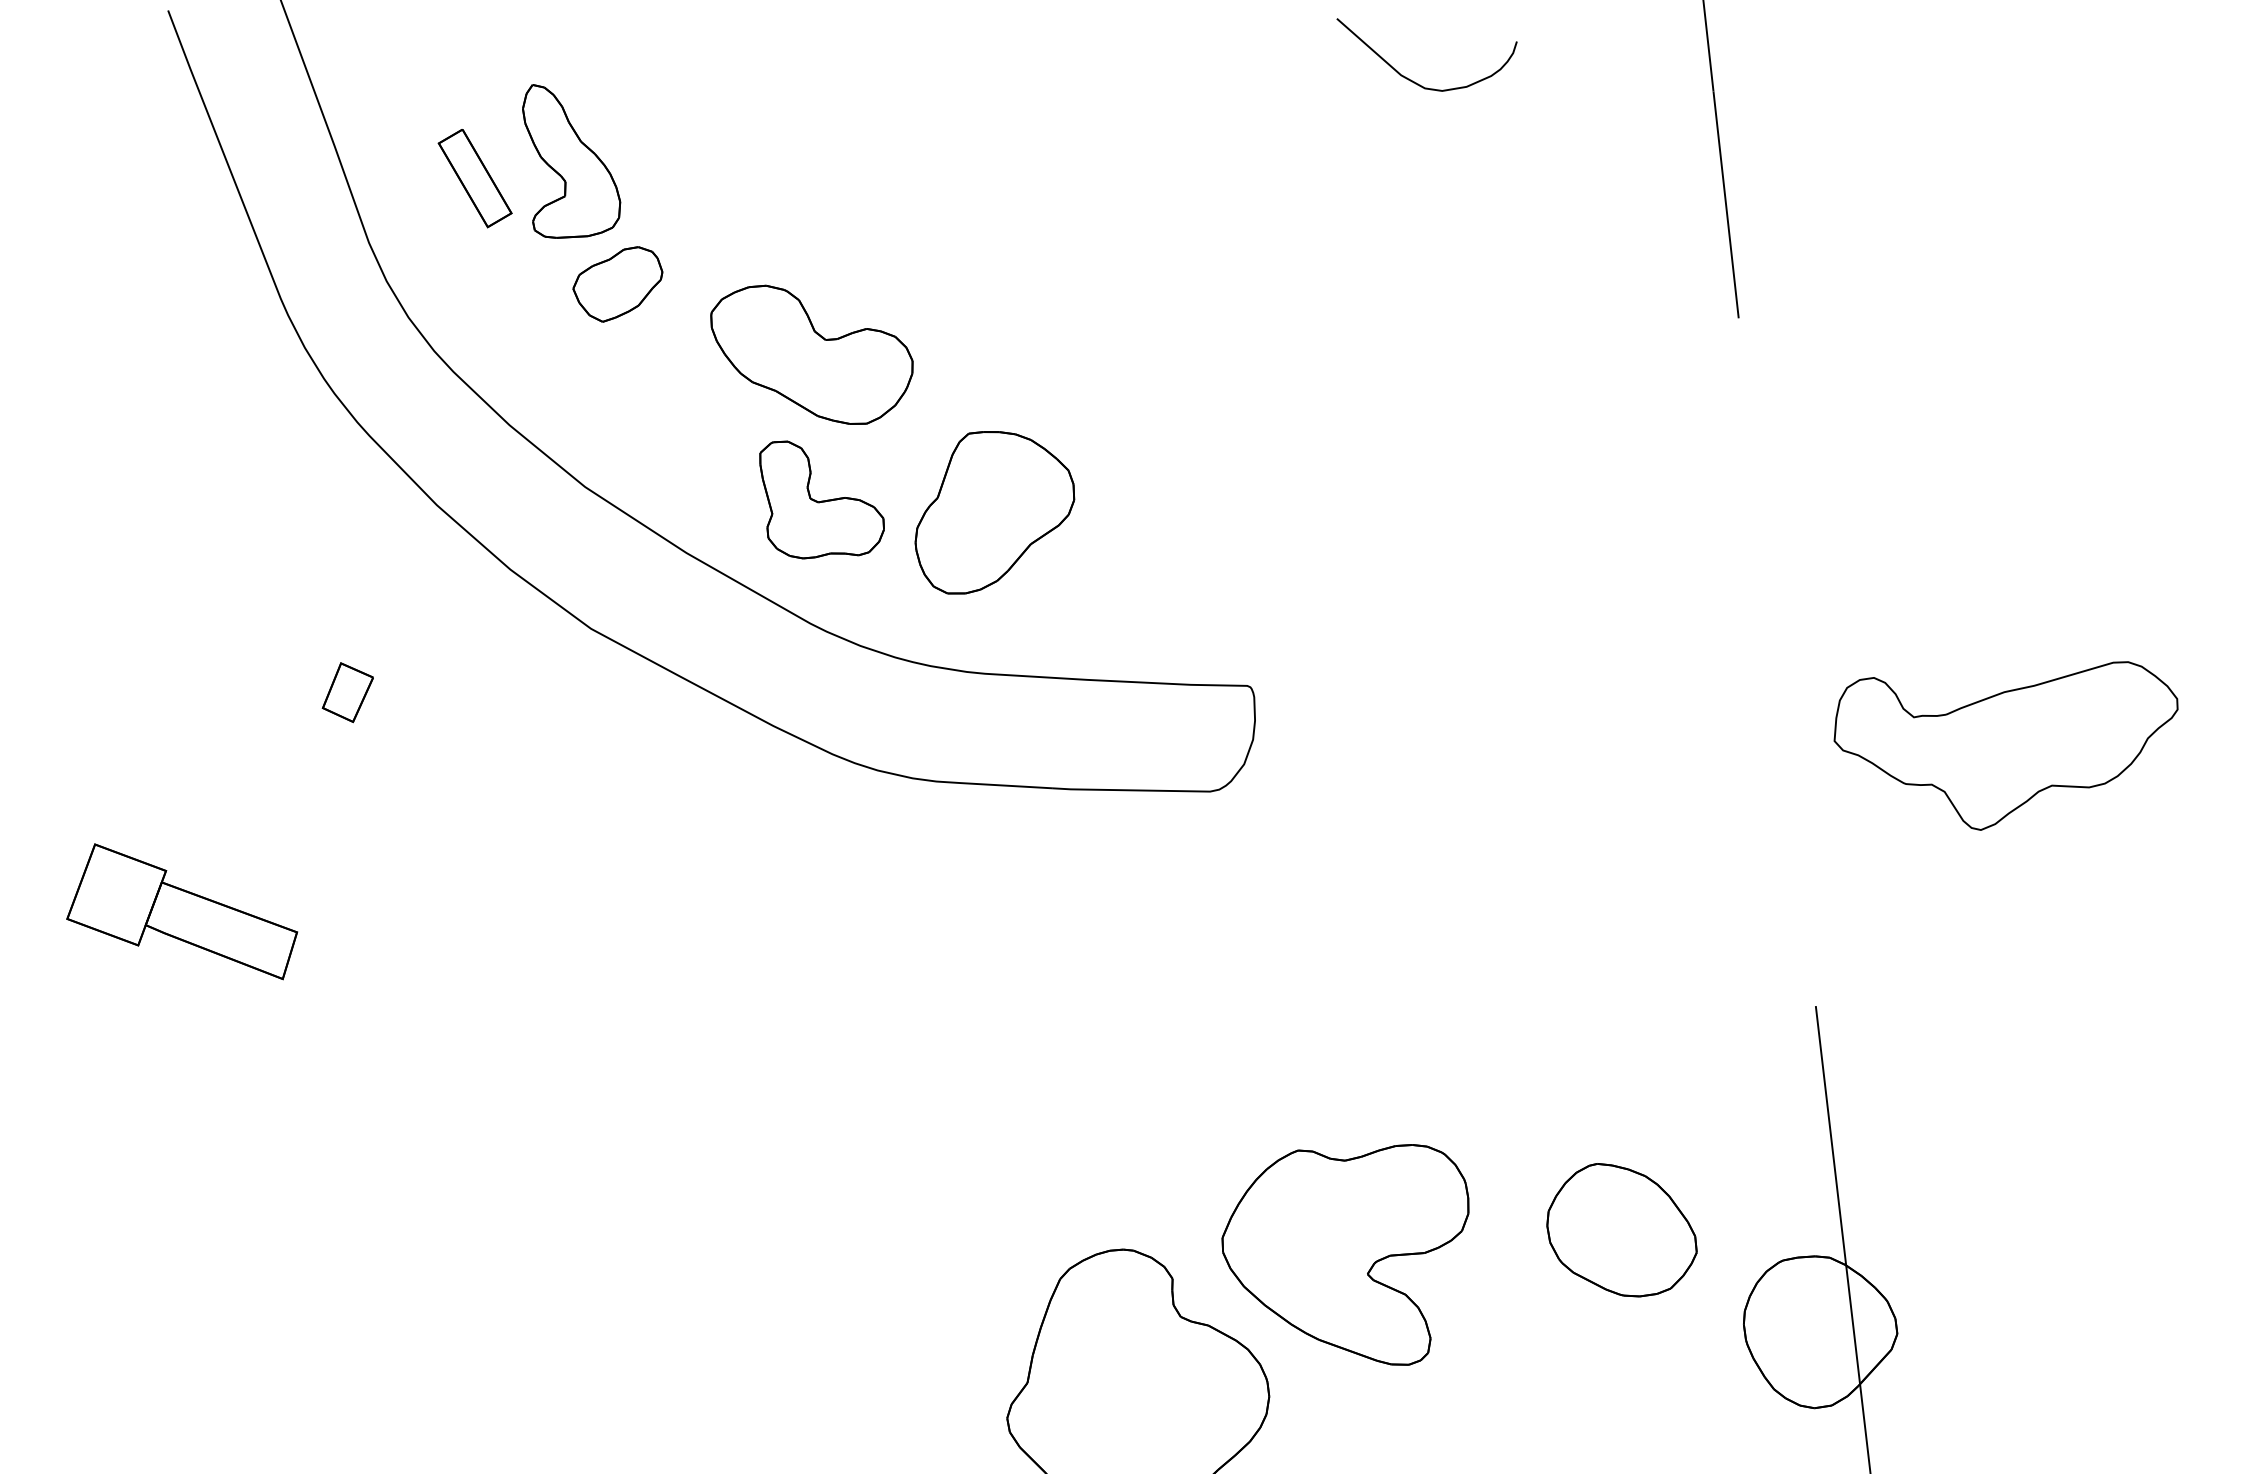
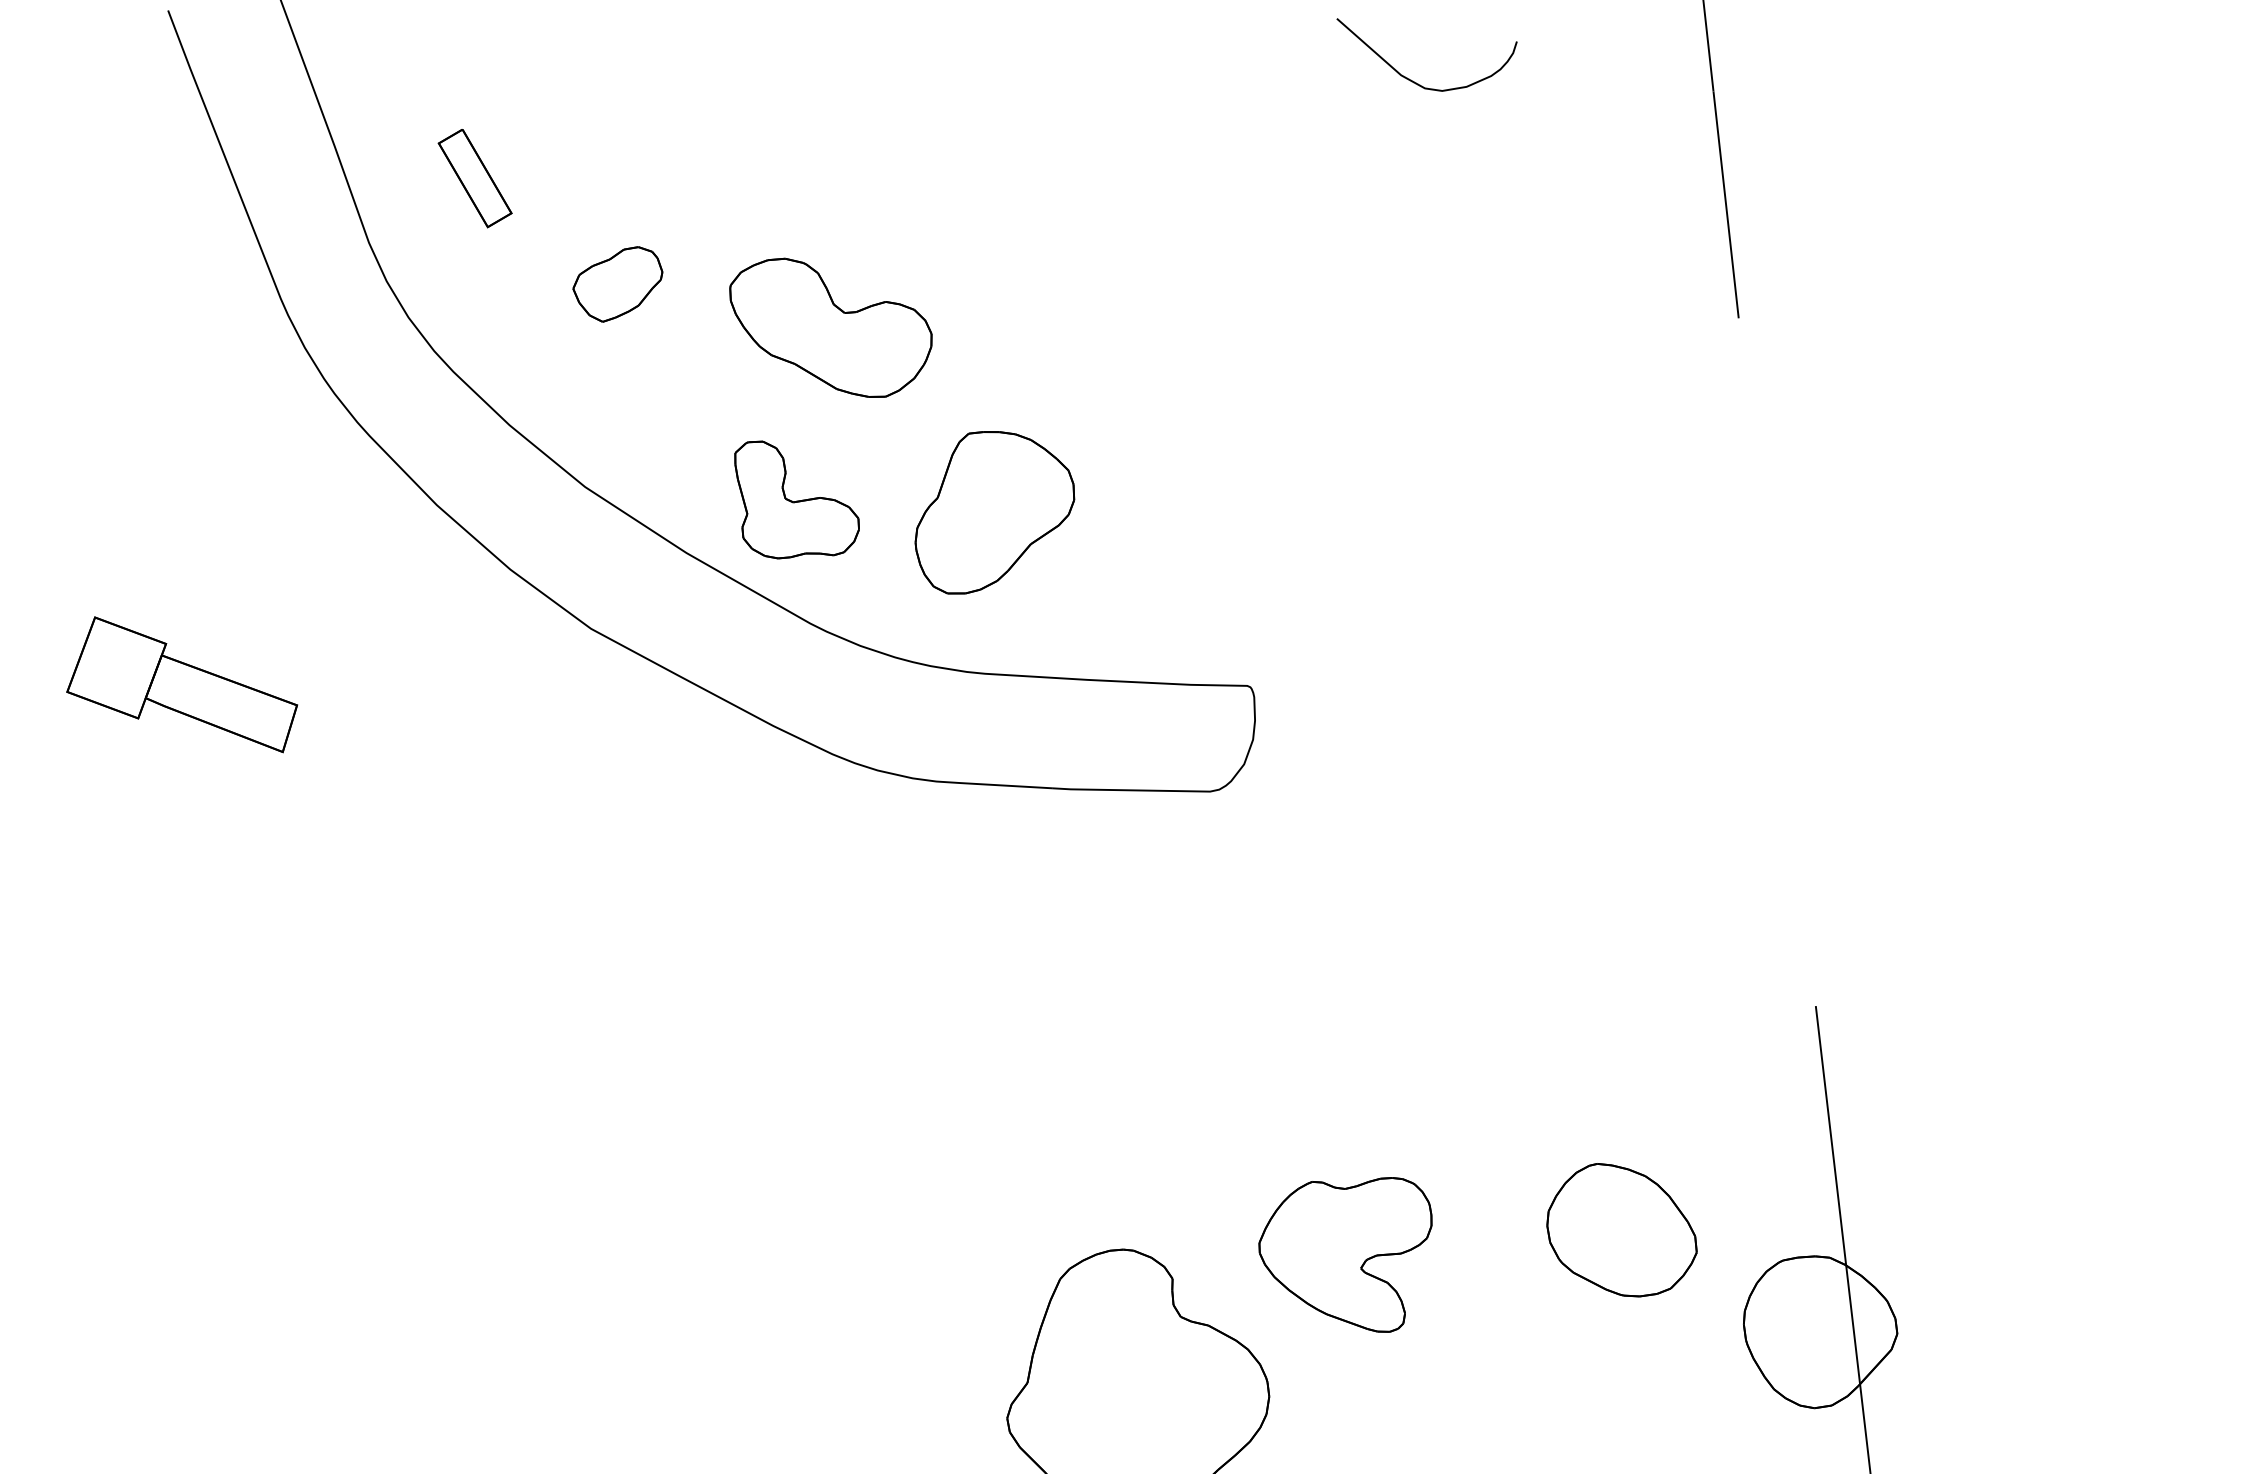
part at (571, 161): present -> none
part at (811, 354) position: (811, 354) -> (830, 327)
part at (821, 499) position: (821, 499) -> (796, 499)
part at (347, 692): present -> none
part at (2005, 745): present -> none
part at (182, 911) position: (182, 911) -> (182, 684)
part at (1345, 1254) size: 249x222 px -> 175x156 px
